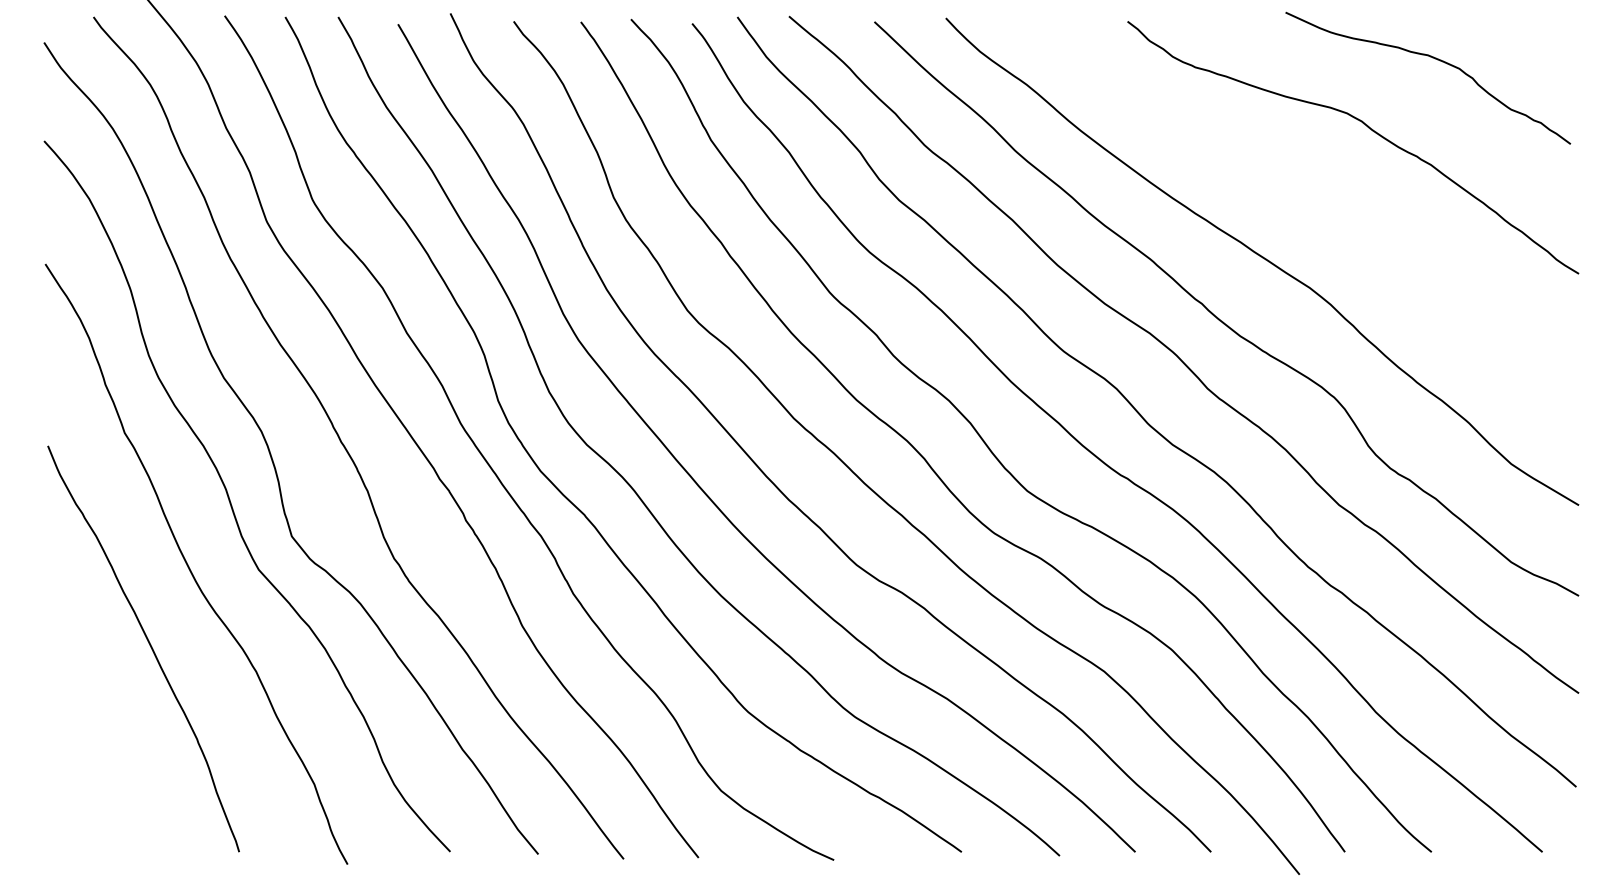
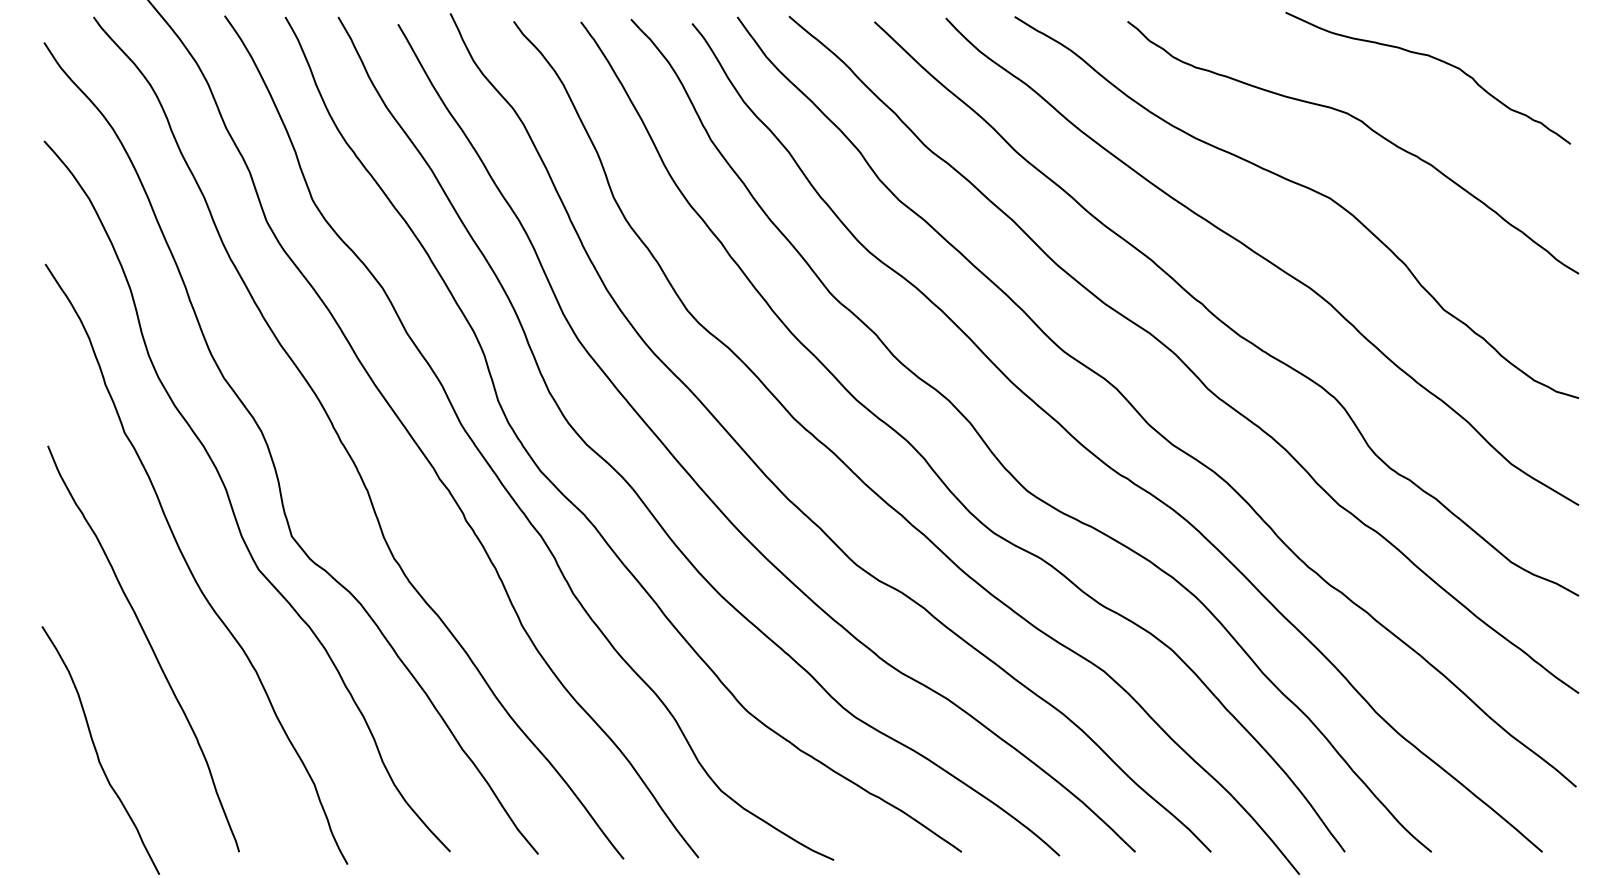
curve at (1303, 187): none -> present
curve at (97, 751): none -> present
